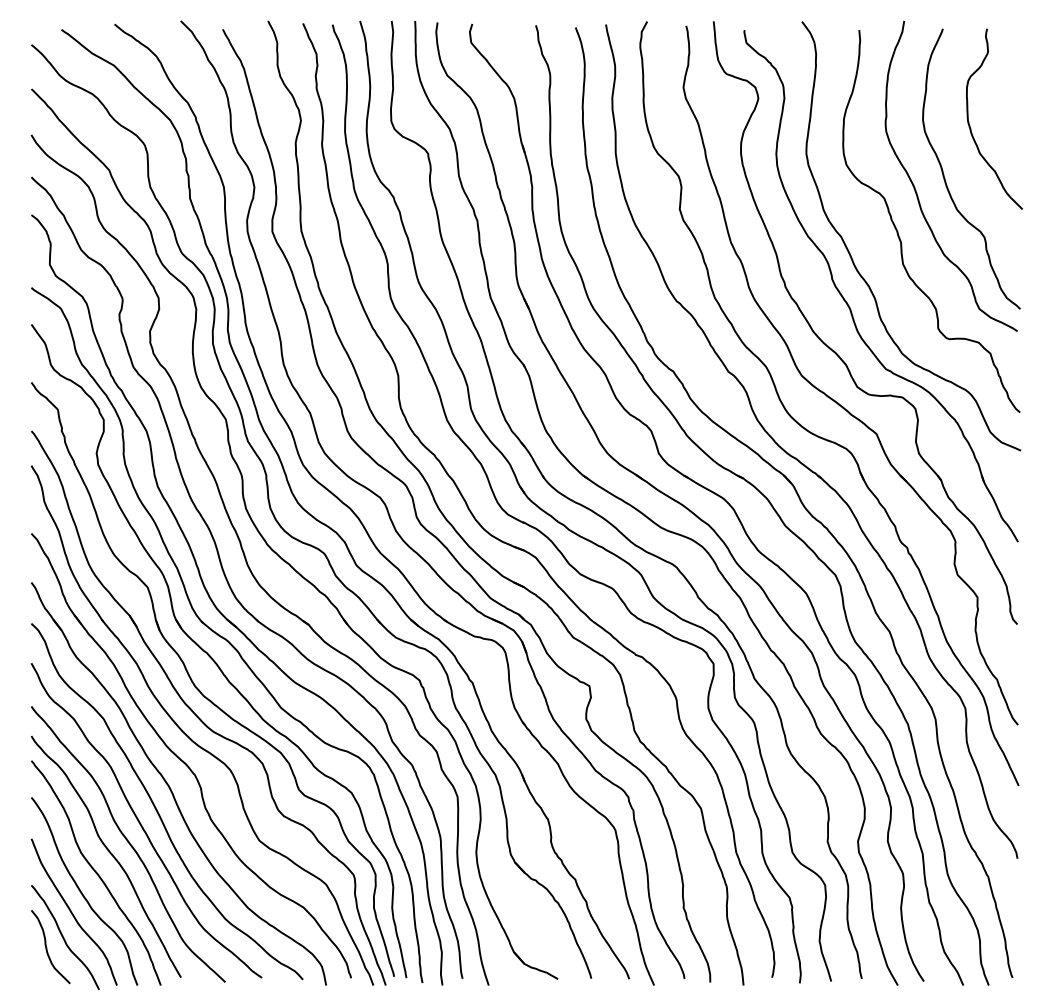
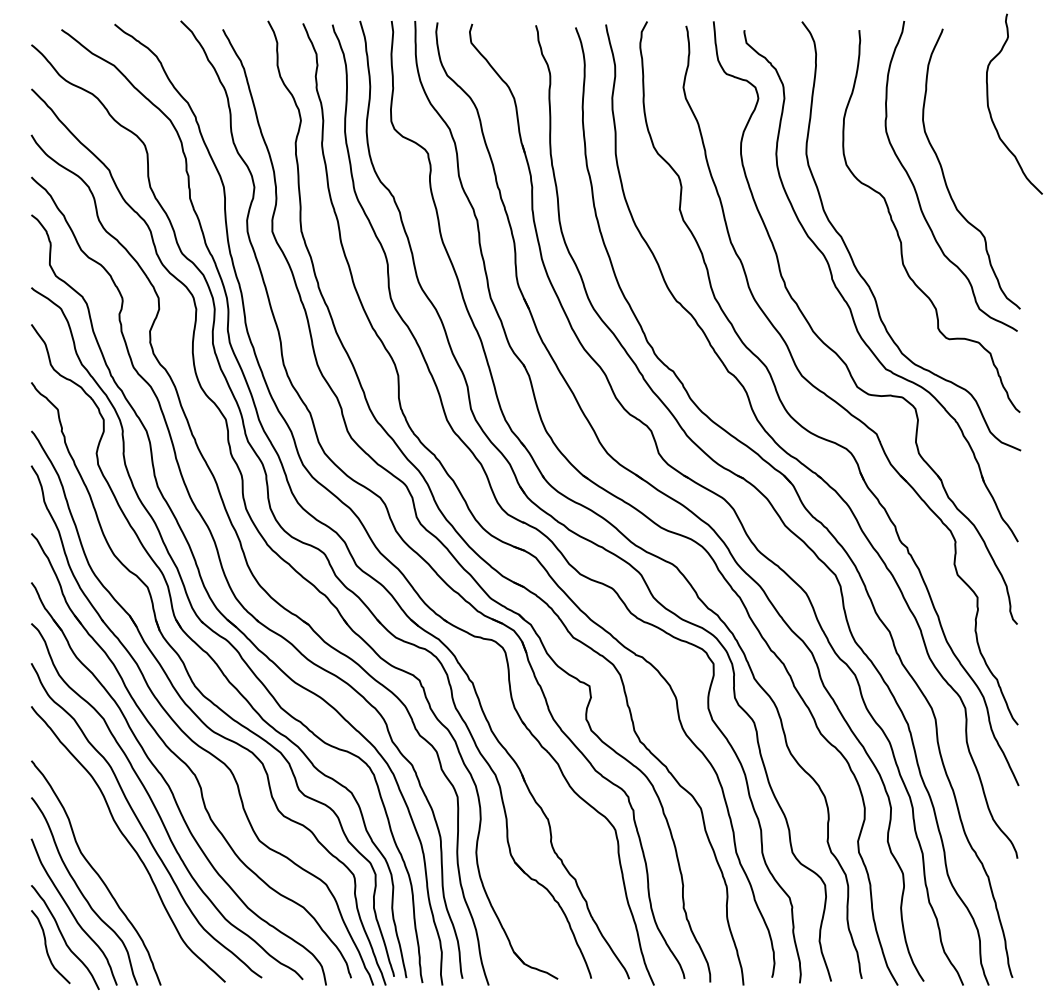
curve at (970, 125) position: (970, 125) -> (990, 110)
curve at (108, 852): present -> none
